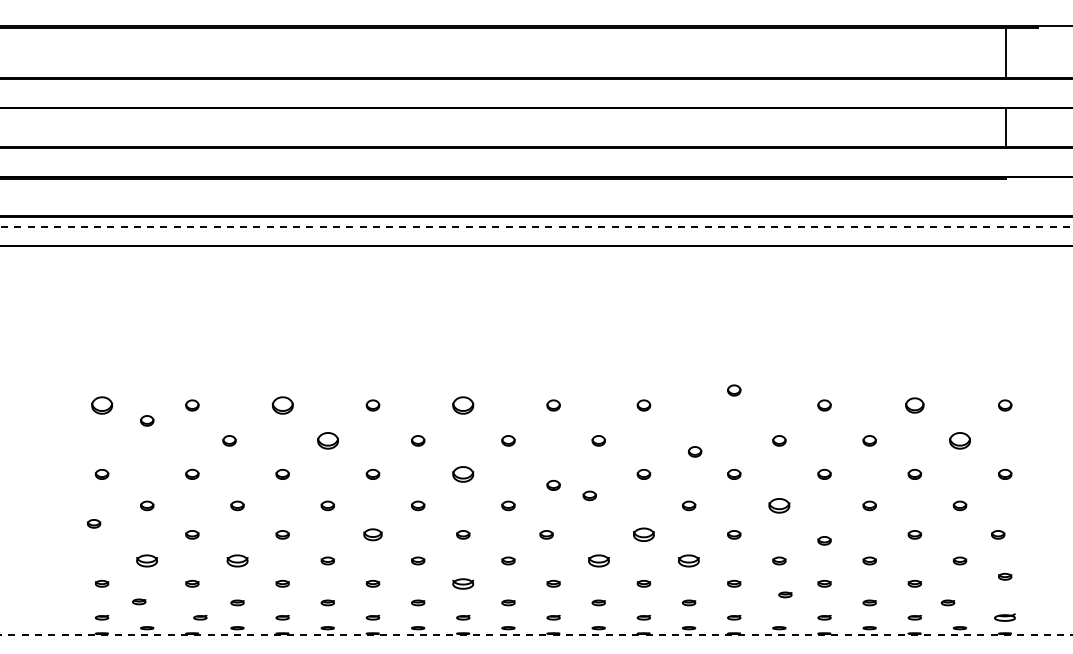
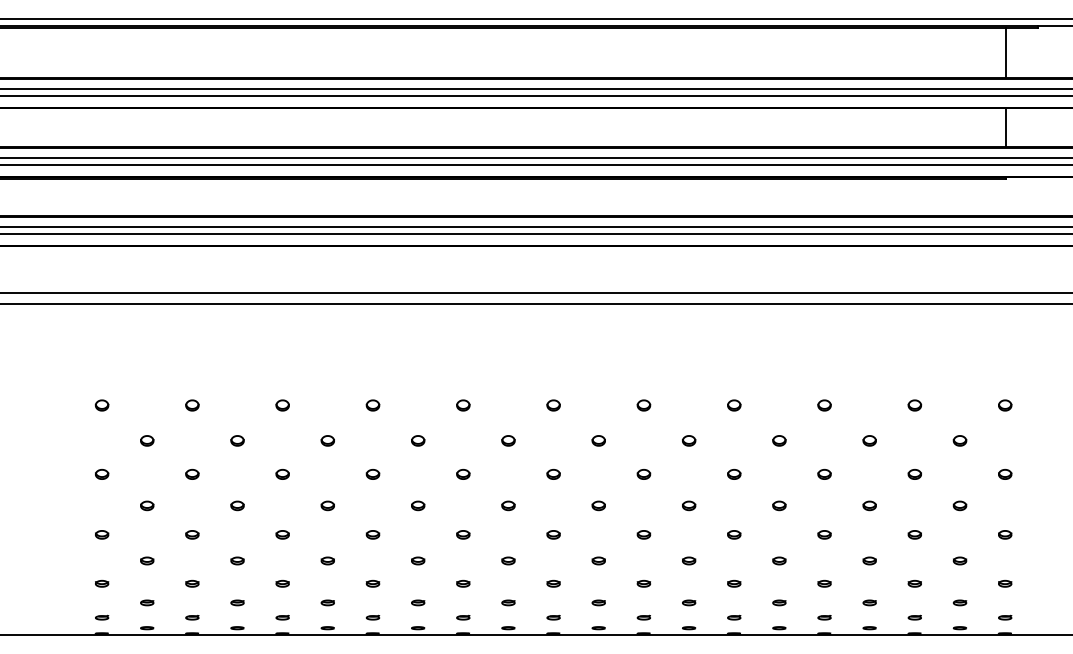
line at (535, 19): none -> present
line at (535, 88): none -> present
line at (535, 96): none -> present
line at (535, 157): none -> present
line at (535, 165): none -> present
line at (536, 226): dashed -> solid
line at (535, 234): none -> present
line at (535, 292): none -> present
line at (535, 303): none -> present
part at (734, 390) position: (734, 390) -> (734, 405)
part at (102, 405) size: 23x19 px -> 16x13 px
part at (282, 405) size: 23x19 px -> 15x13 px
part at (463, 405) size: 23x19 px -> 15x13 px
part at (914, 405) size: 20x17 px -> 16x13 px
part at (147, 420) position: (147, 420) -> (147, 440)
part at (229, 440) position: (229, 440) -> (237, 440)
part at (327, 440) size: 22x18 px -> 15x12 px
part at (959, 440) size: 22x18 px -> 16x12 px
part at (695, 451) position: (695, 451) -> (689, 440)
part at (463, 474) size: 23x17 px -> 15x11 px
part at (553, 485) position: (553, 485) -> (553, 474)
part at (589, 495) position: (589, 495) -> (598, 505)
part at (779, 505) size: 23x16 px -> 15x12 px
part at (94, 523) position: (94, 523) -> (102, 534)
part at (372, 534) size: 20x14 px -> 16x10 px
part at (546, 534) position: (546, 534) -> (553, 534)
part at (643, 534) size: 22x15 px -> 16x10 px
part at (998, 534) position: (998, 534) -> (1005, 534)
part at (824, 540) position: (824, 540) -> (824, 534)
part at (146, 560) size: 22x14 px -> 15x10 px
part at (237, 560) size: 23x14 px -> 15x10 px
part at (598, 560) size: 22x14 px -> 15x10 px
part at (688, 560) size: 22x14 px -> 15x10 px
part at (1005, 576) position: (1005, 576) -> (1005, 583)
part at (463, 583) size: 23x12 px -> 15x9 px
part at (785, 594) position: (785, 594) -> (779, 602)
part at (139, 601) position: (139, 601) -> (147, 602)
part at (947, 602) position: (947, 602) -> (959, 602)
part at (200, 617) position: (200, 617) -> (192, 617)
part at (1004, 617) size: 22x9 px -> 15x7 px
line at (536, 634): dashed -> solid
